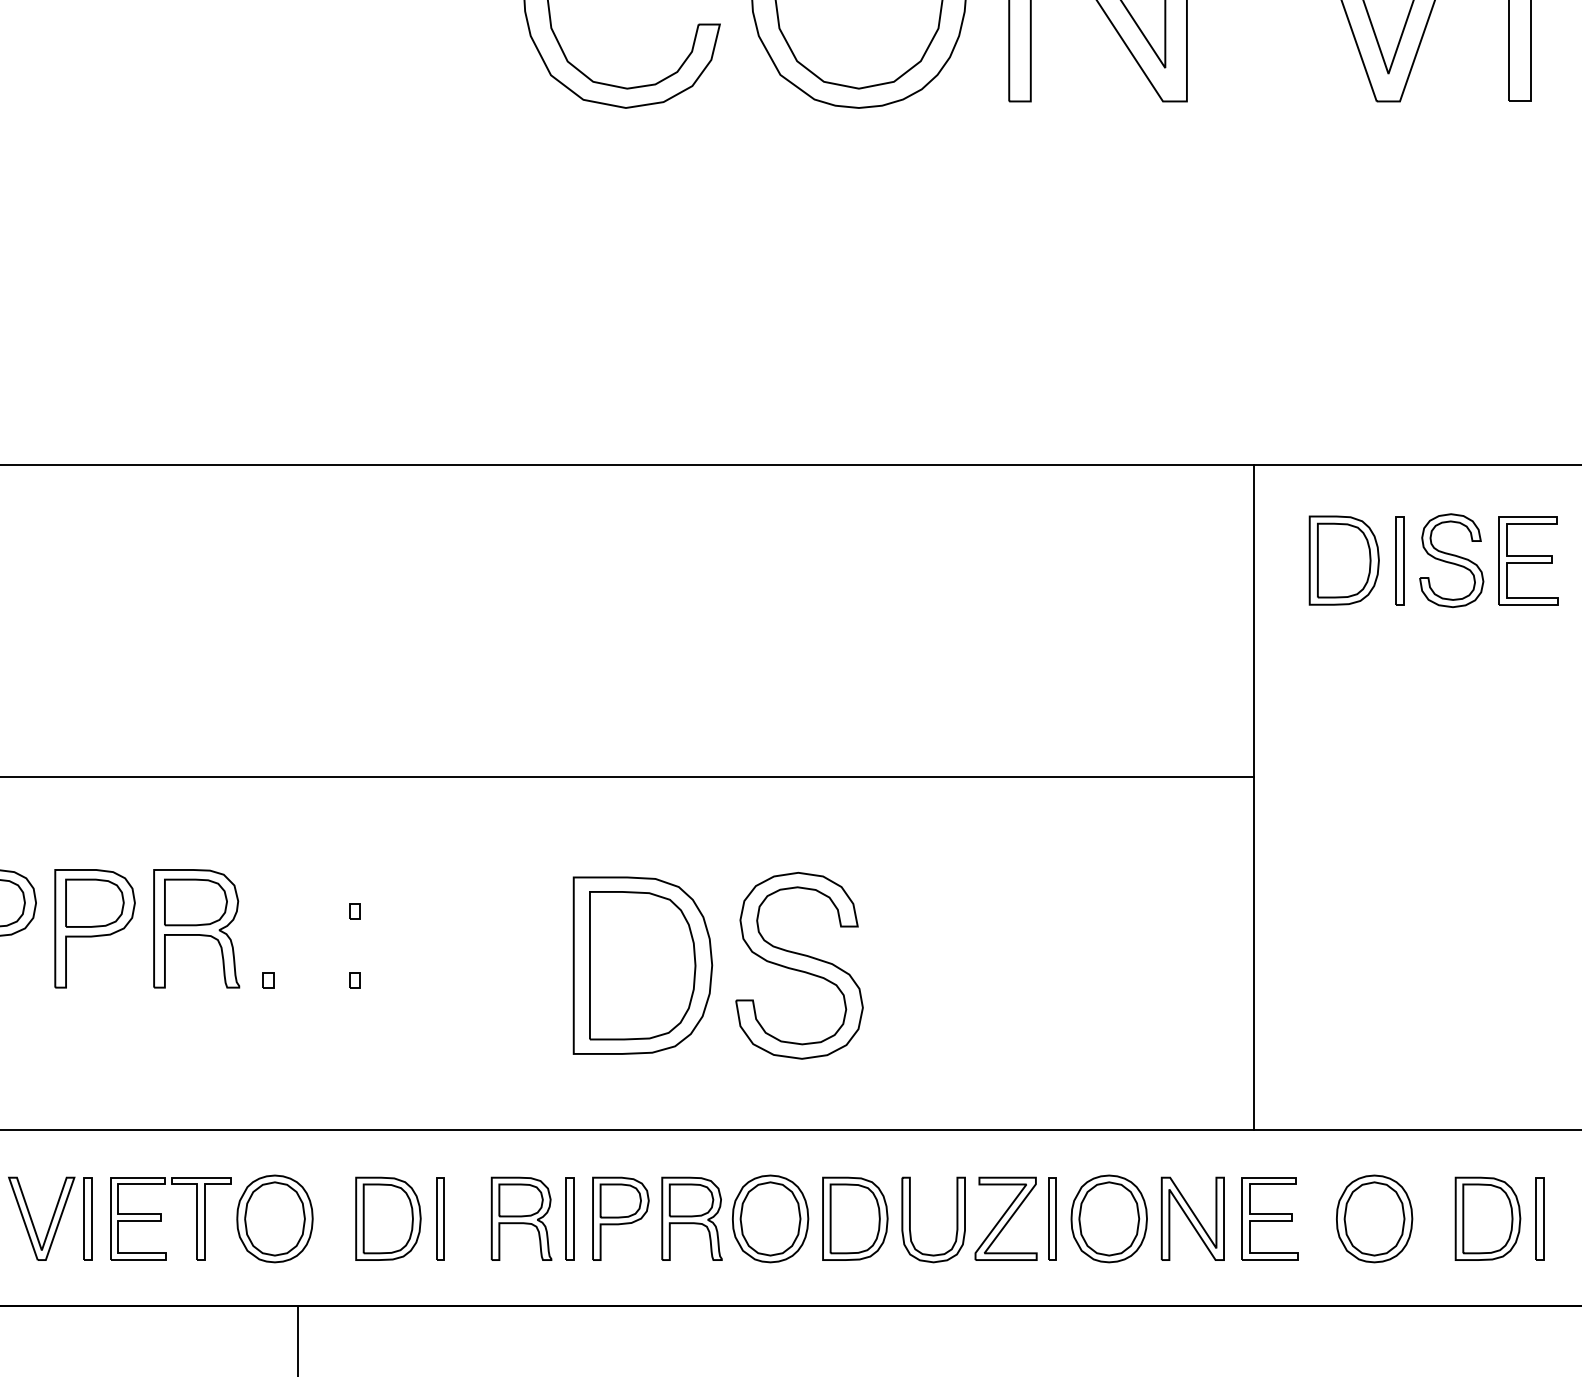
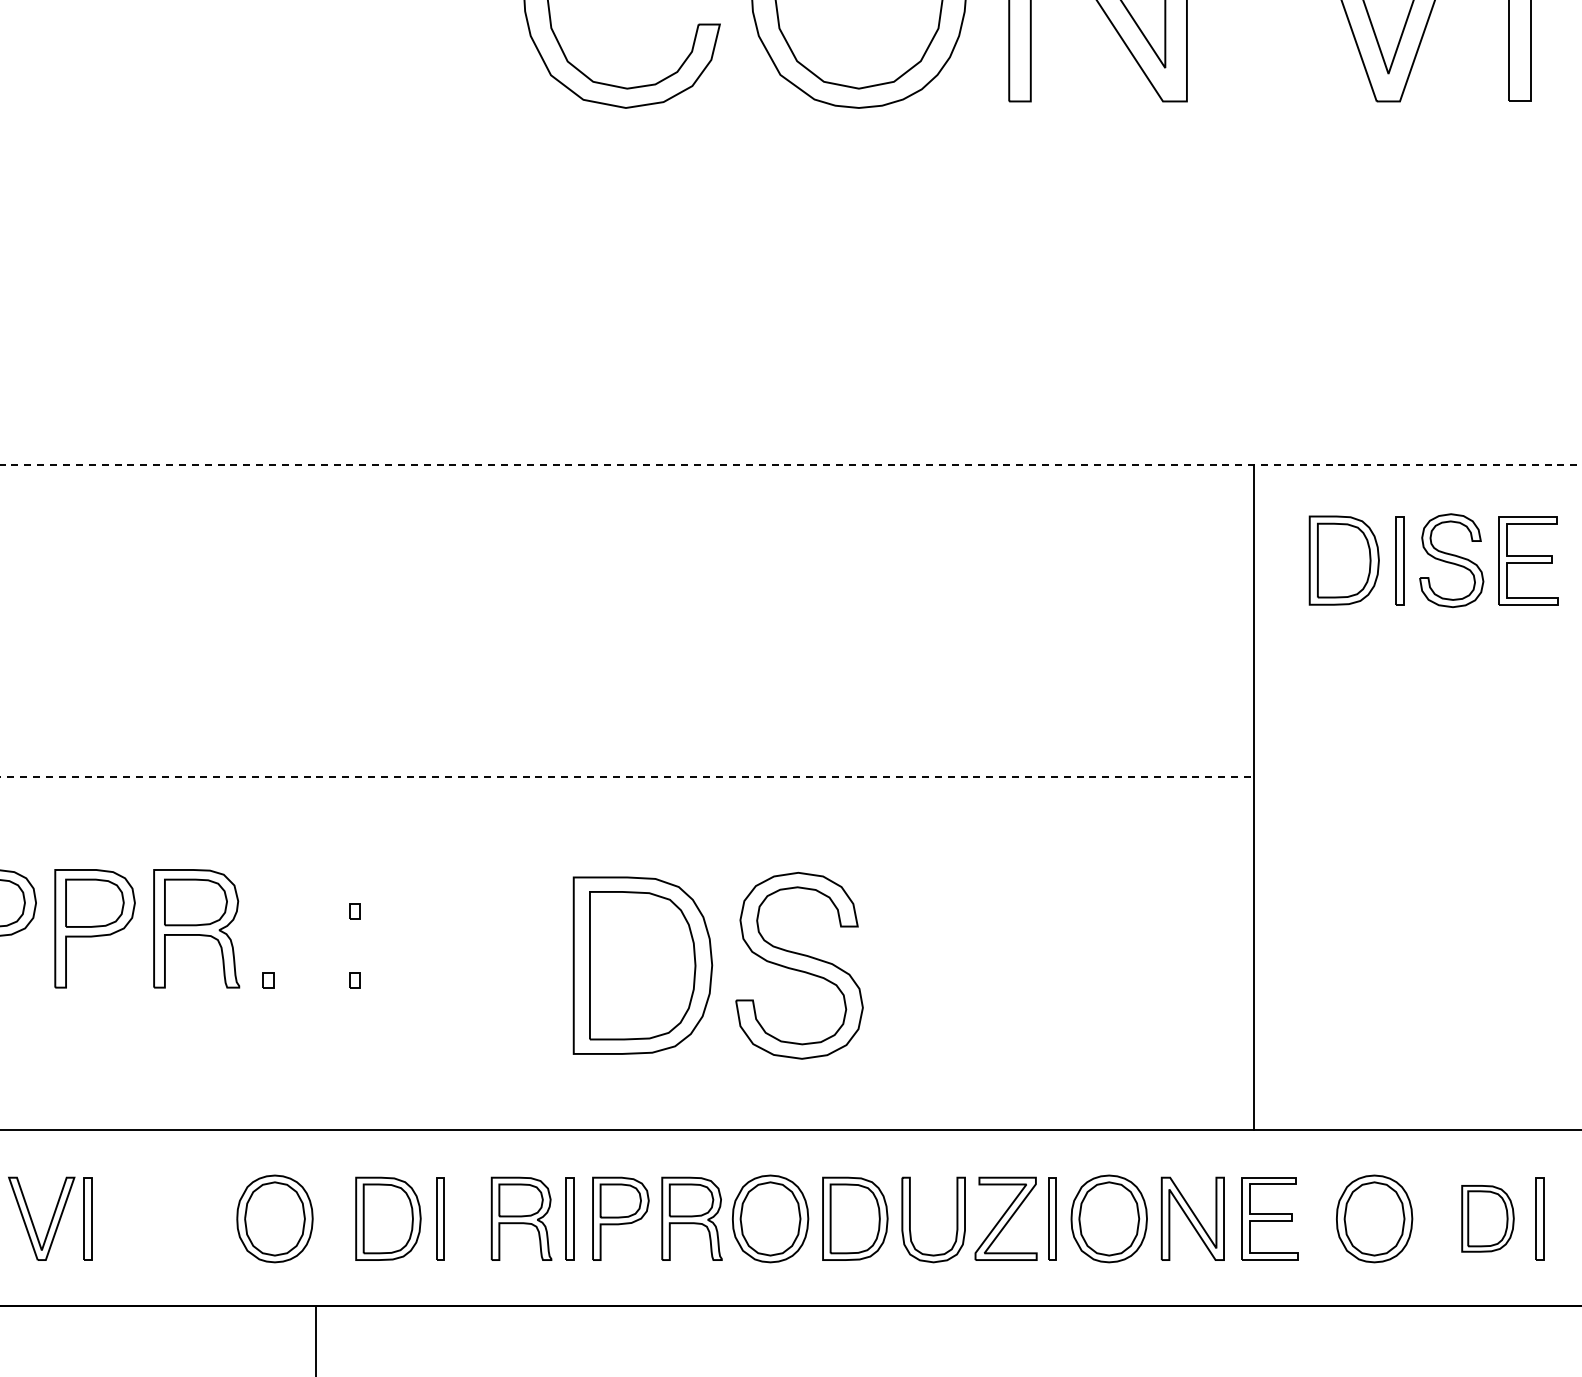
line at (791, 464): solid -> dashed
line at (627, 776): solid -> dashed
part at (161, 1218): present -> none
part at (1487, 1218) size: 68x85 px -> 54x68 px
line at (298, 1339) position: (298, 1339) -> (316, 1339)
